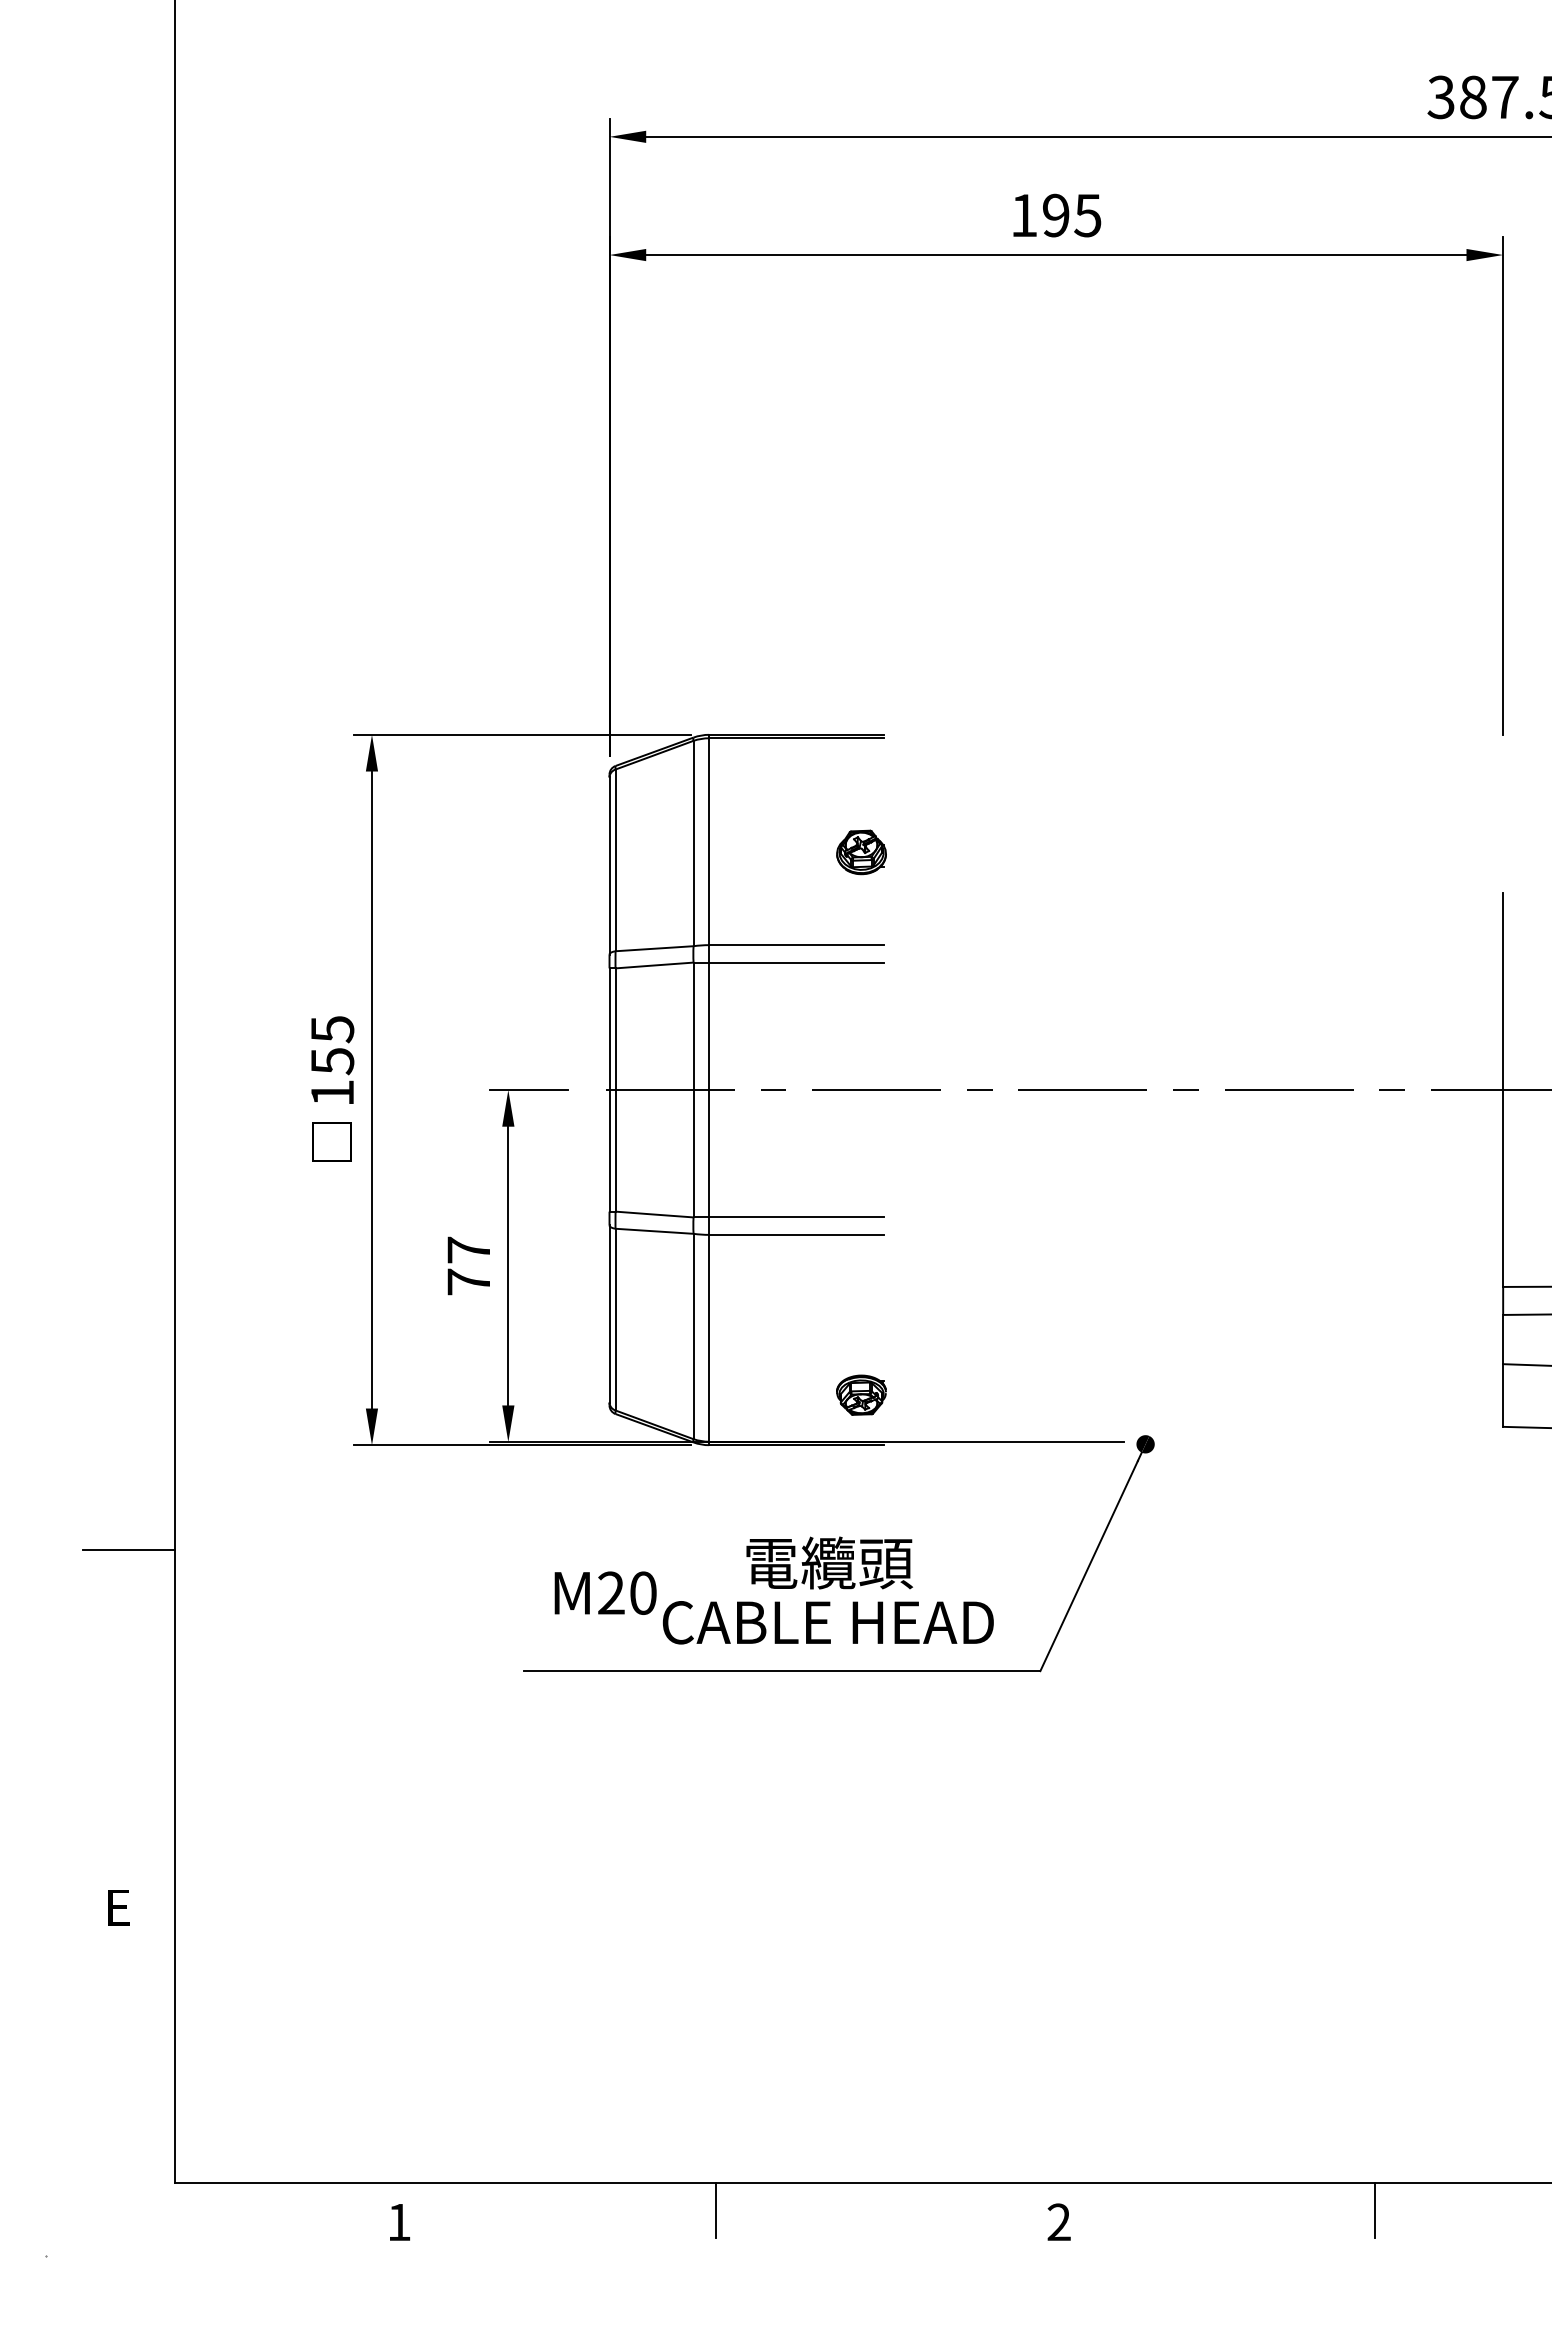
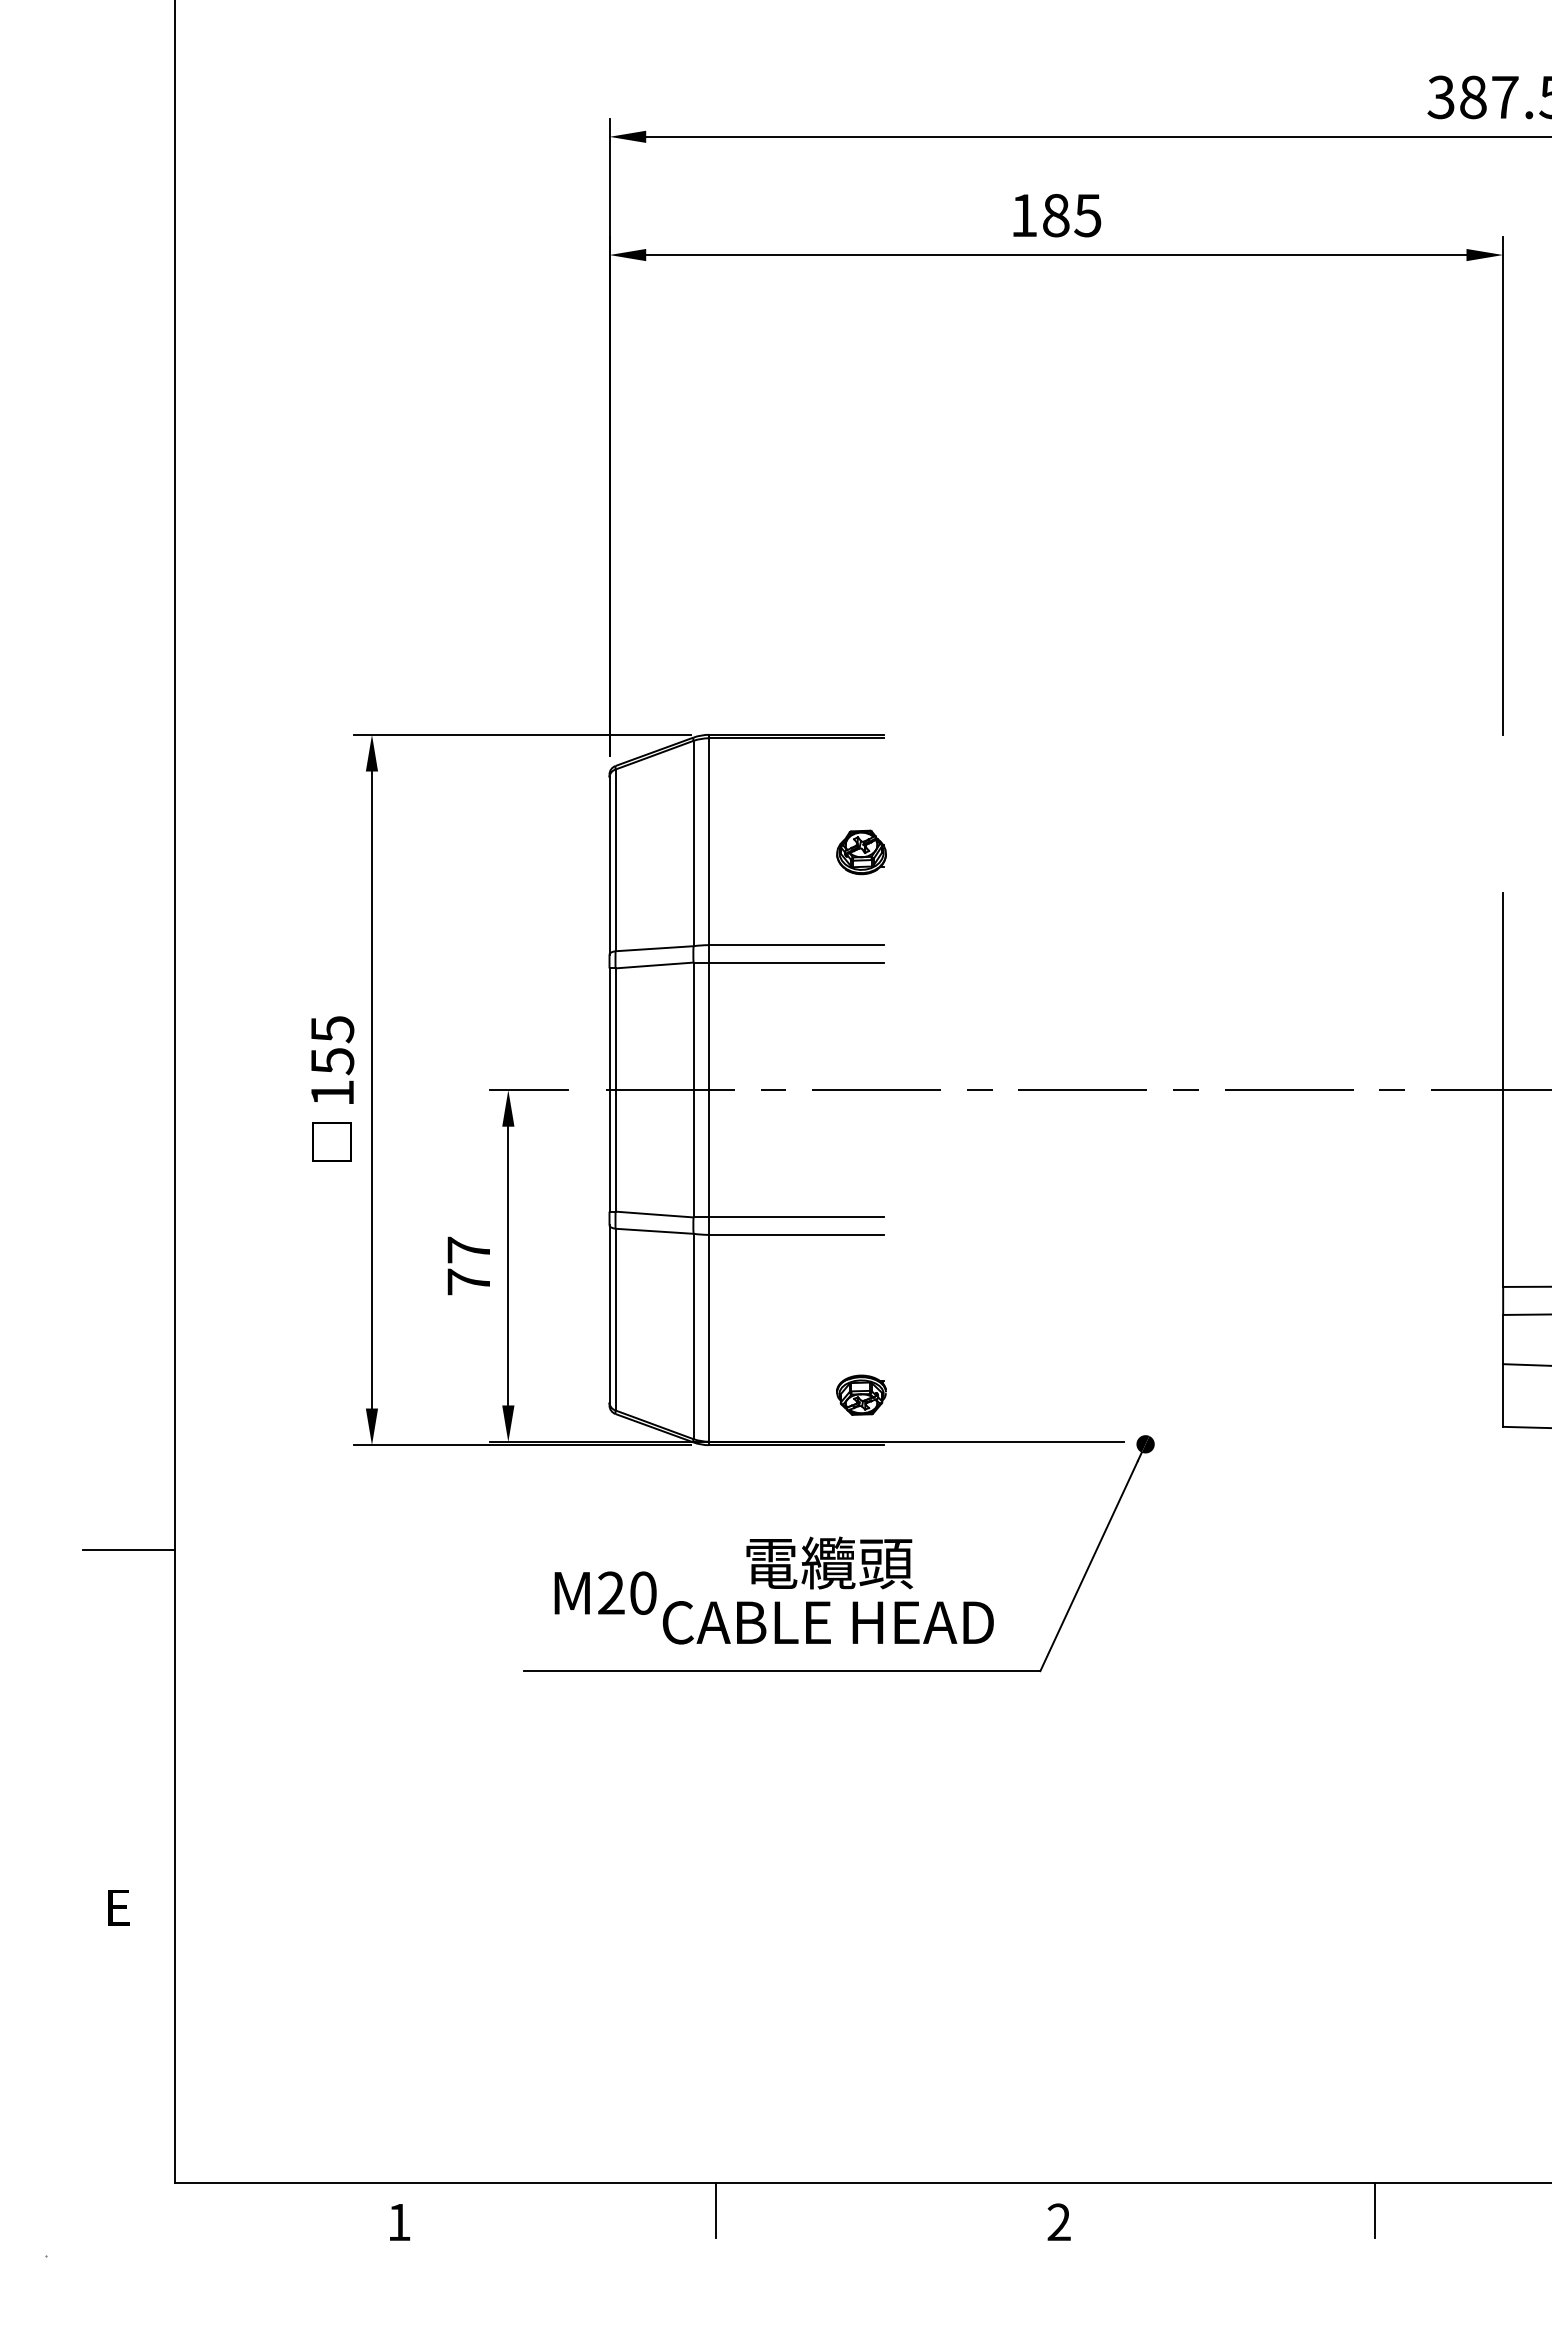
text at (1056, 215): 195 -> 185
